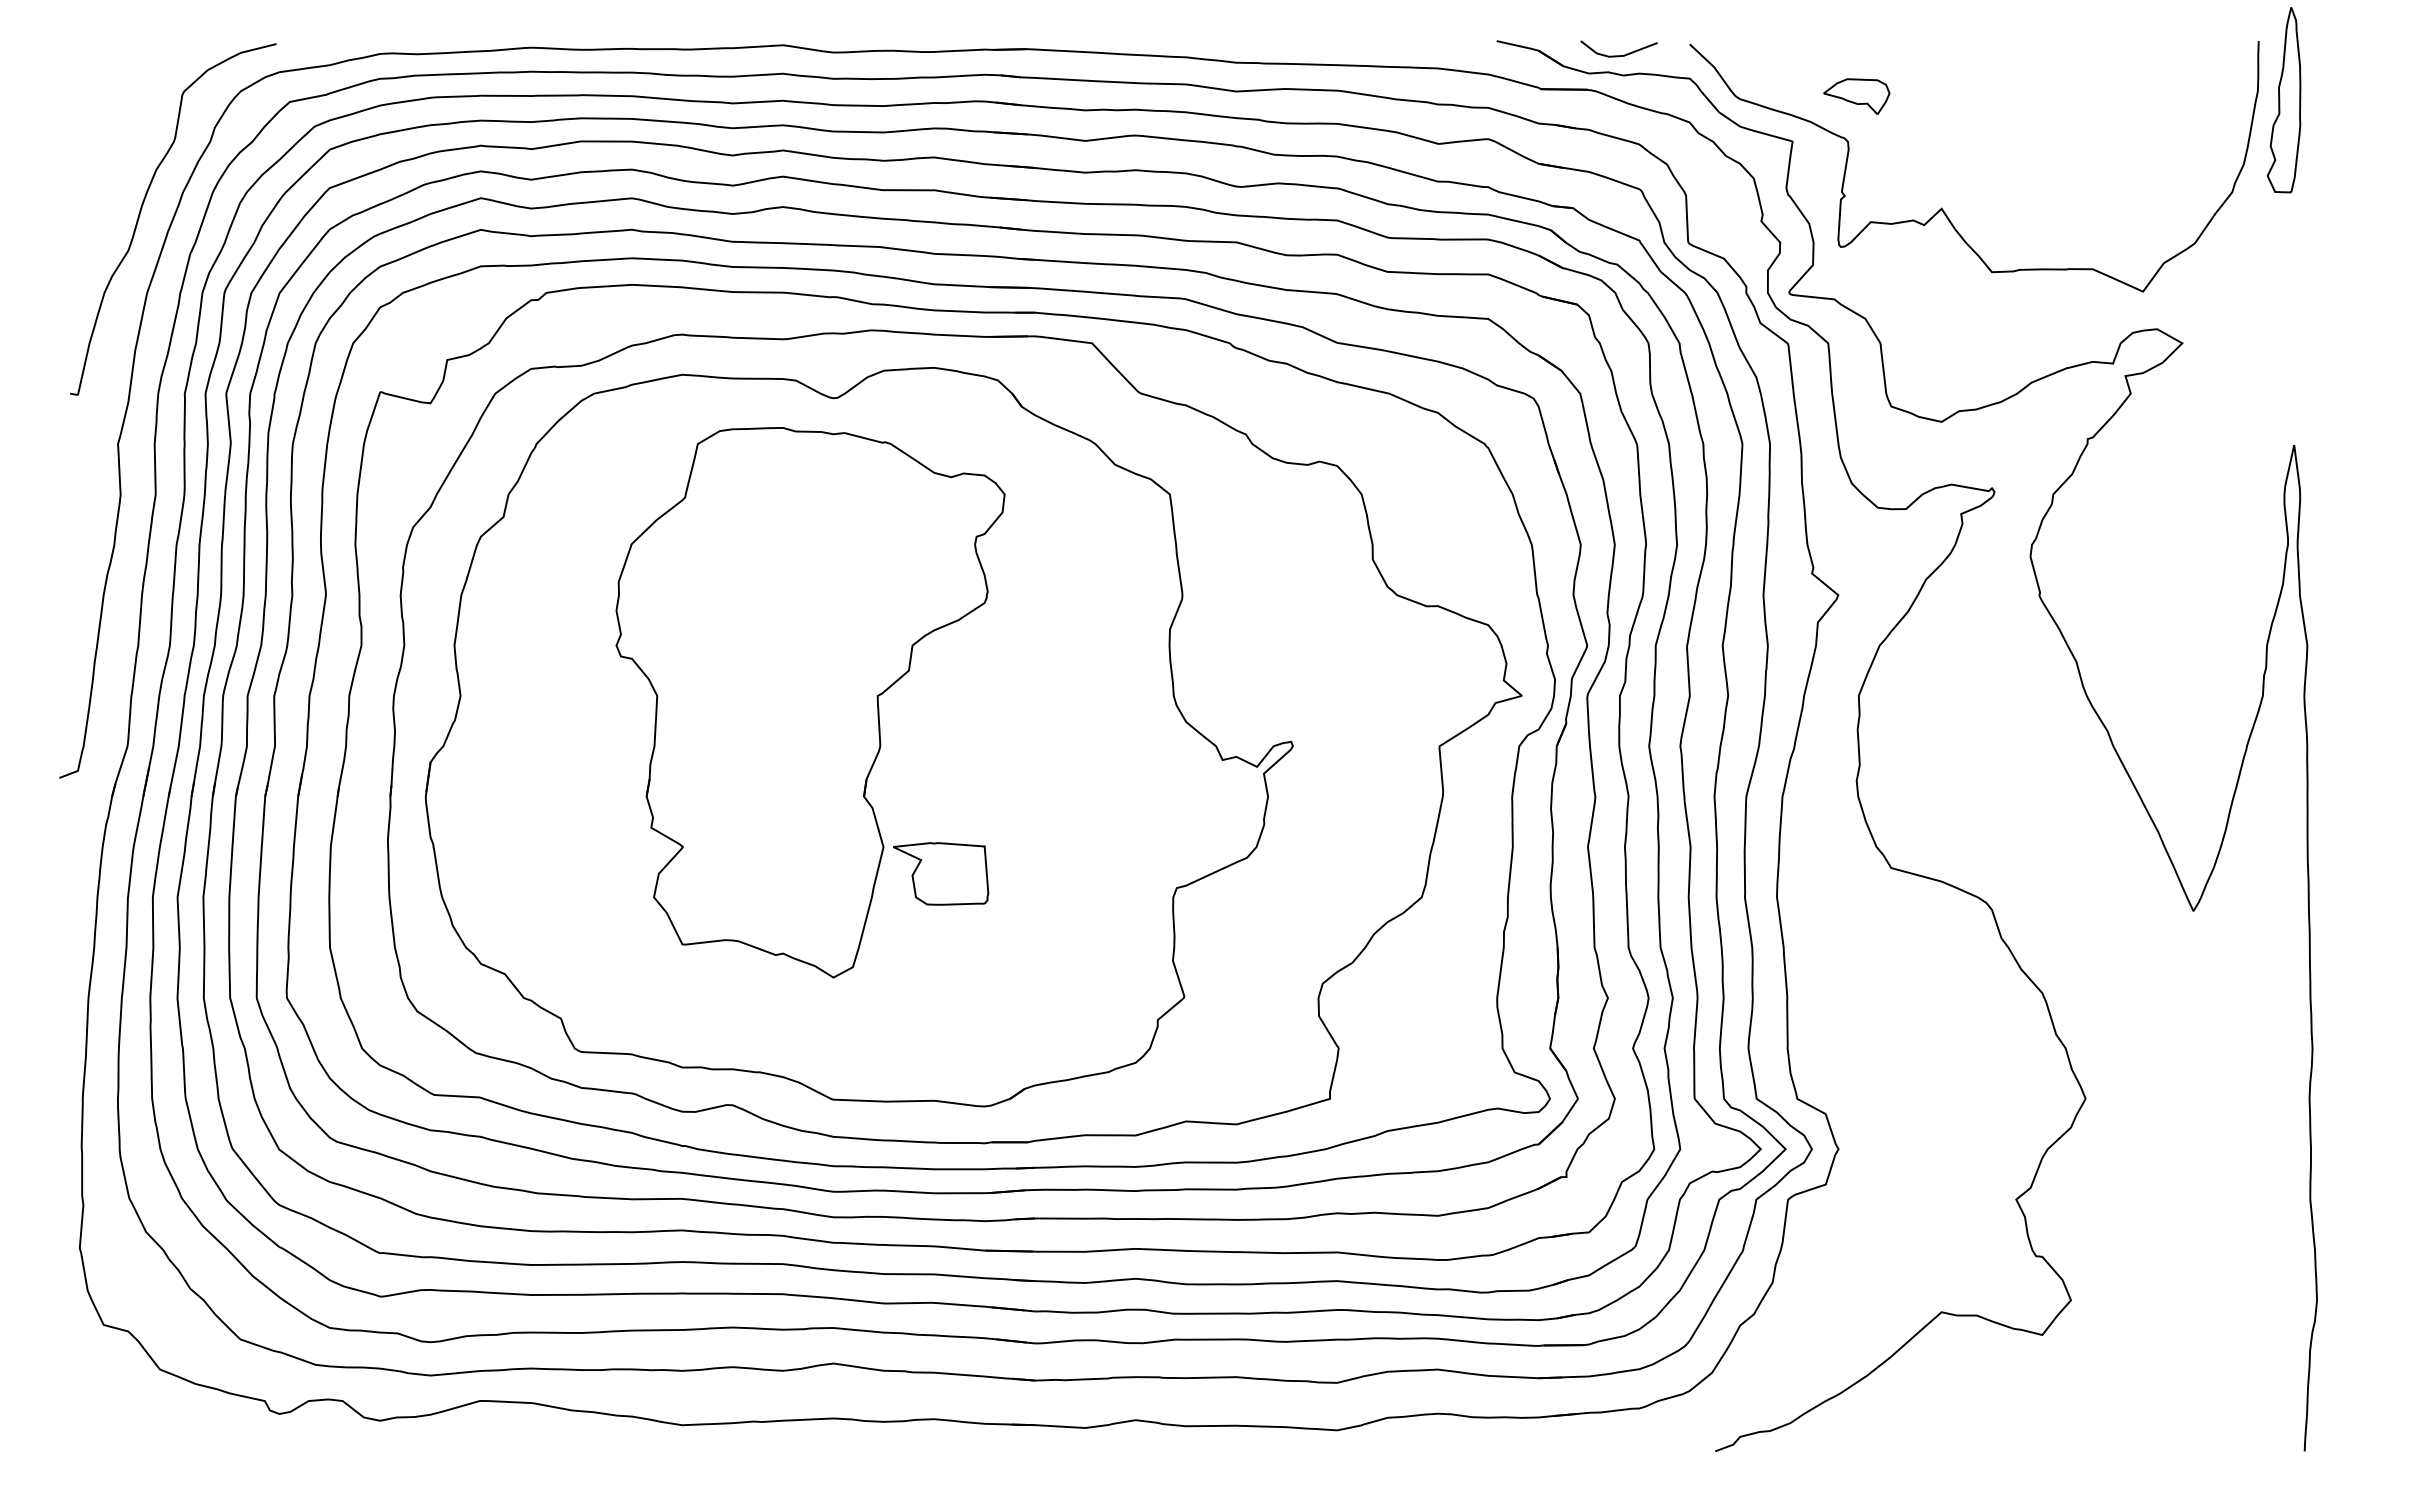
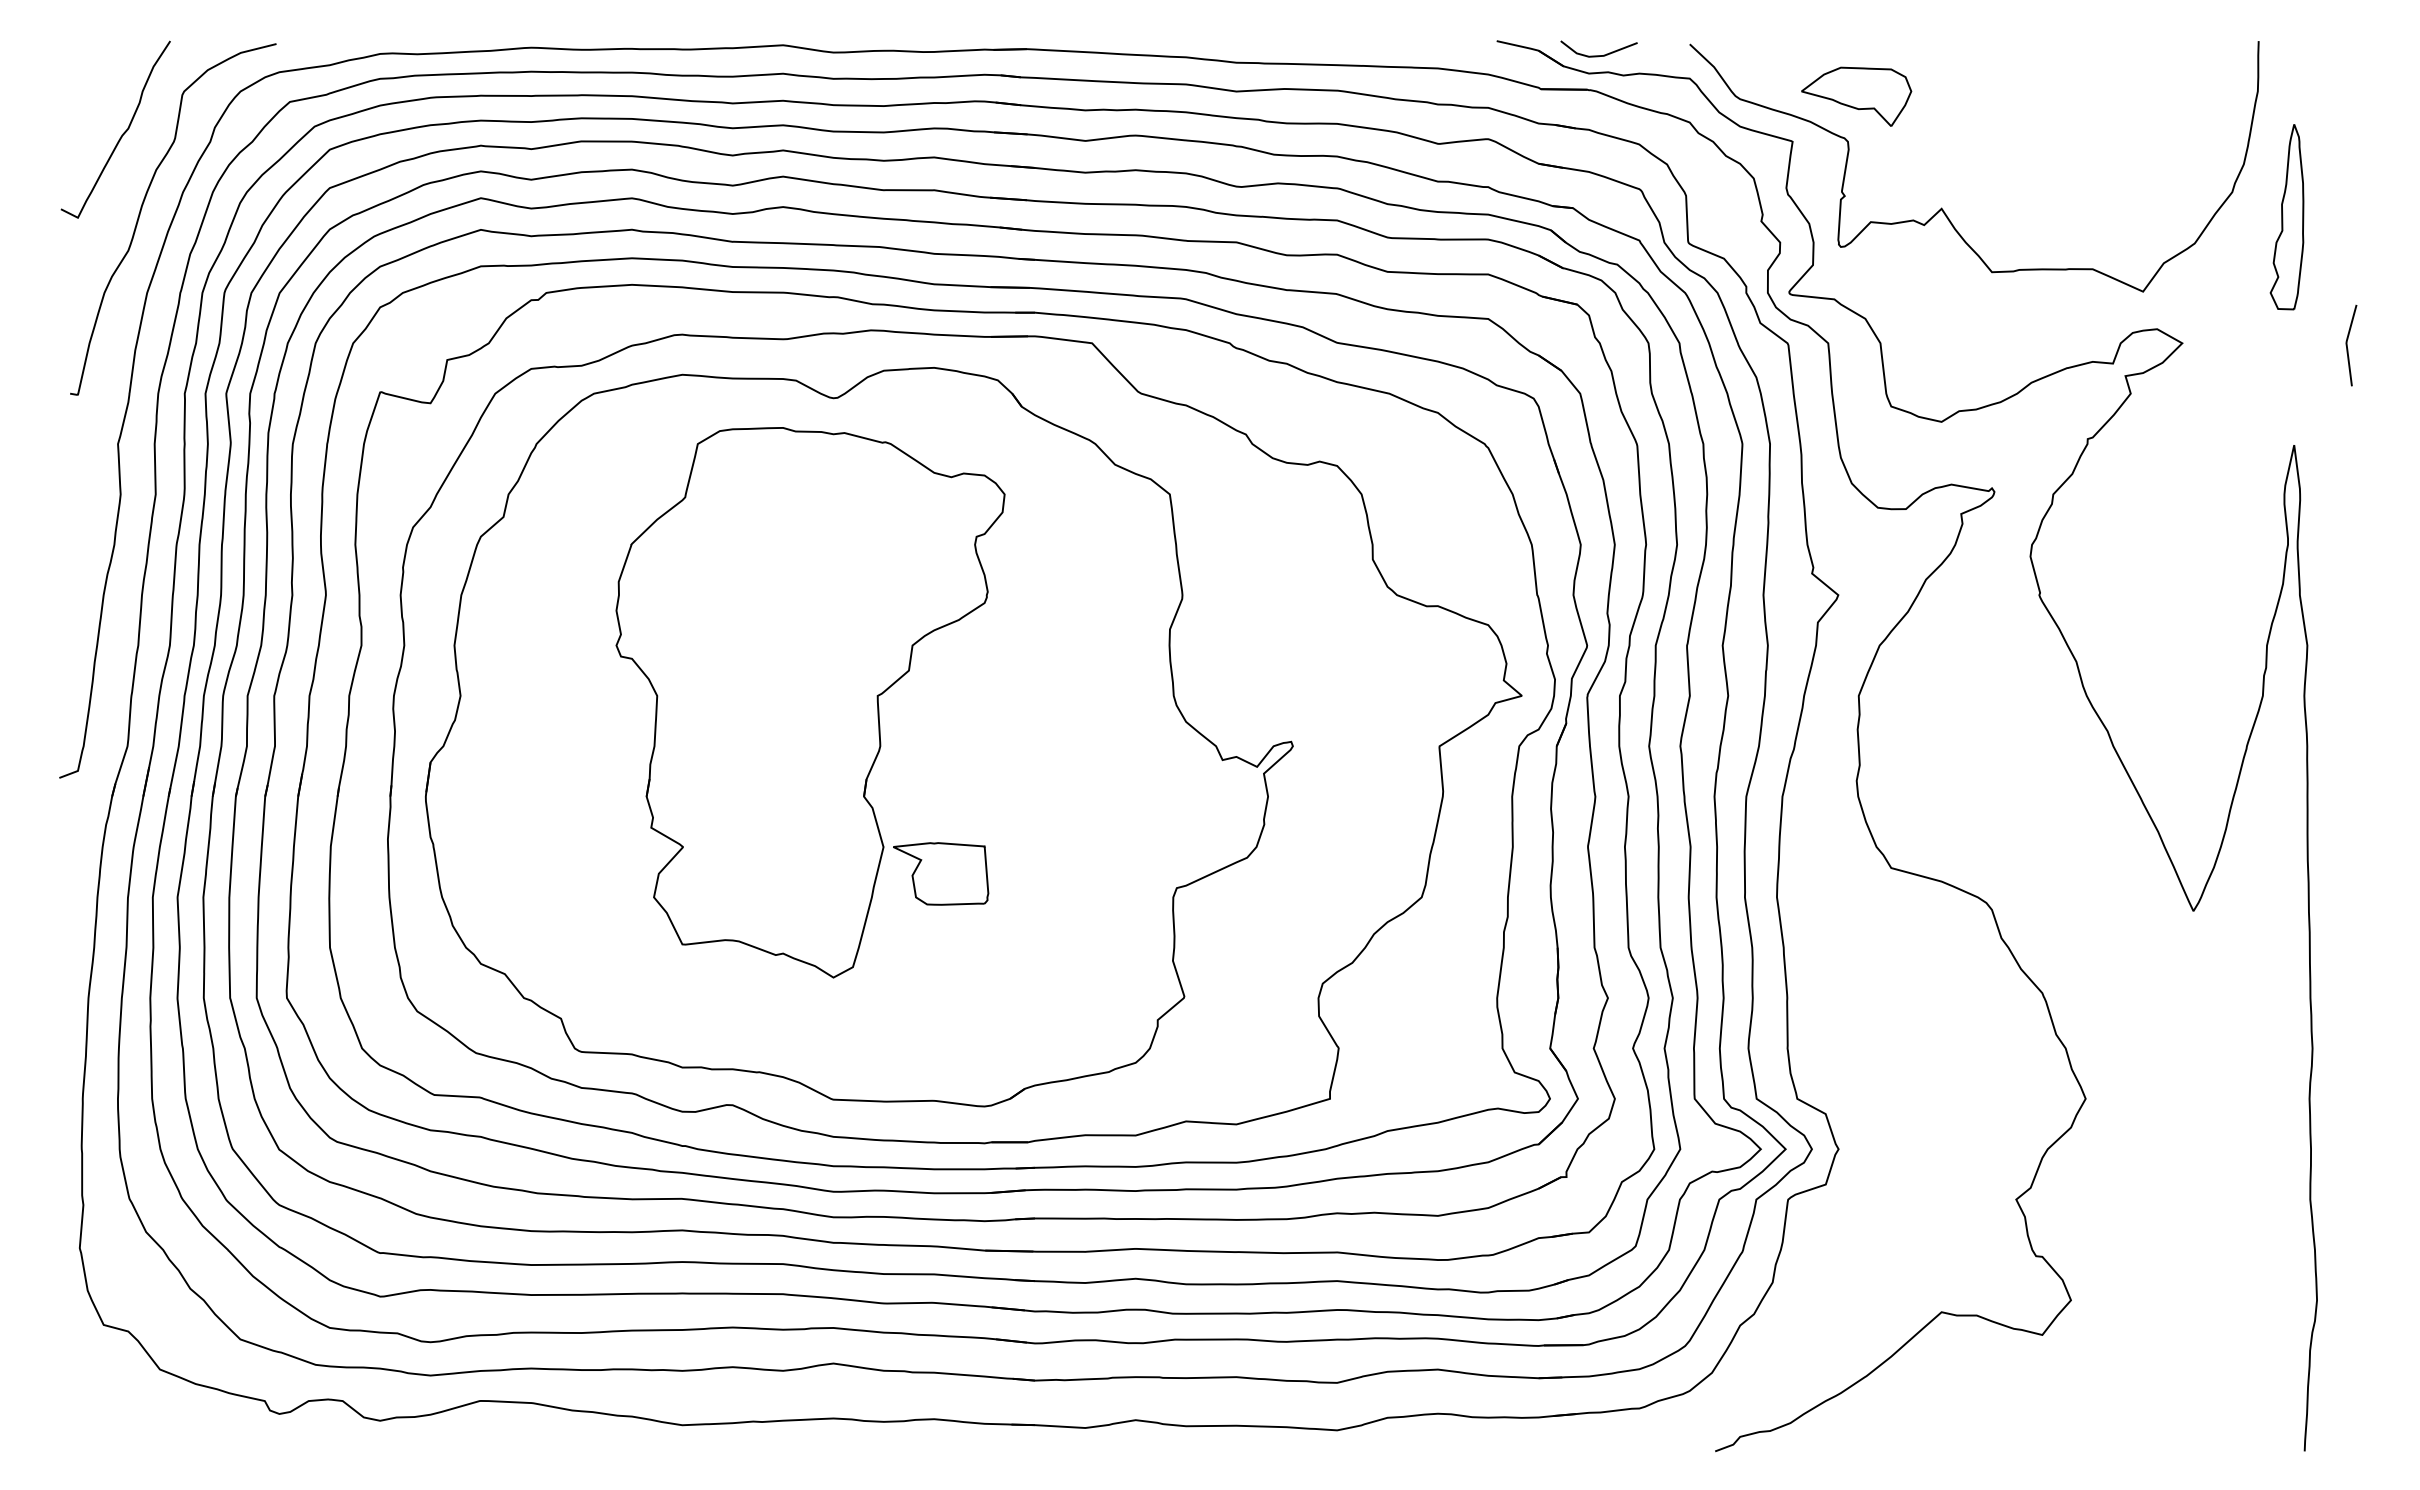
line at (1618, 55) position: (1618, 55) -> (1598, 55)
part at (1856, 96) size: 68x37 px -> 112x61 px
part at (2283, 100) position: (2283, 100) -> (2286, 217)
curve at (122, 133): none -> present
line at (2347, 345): none -> present
